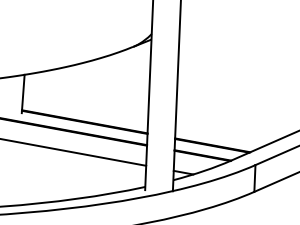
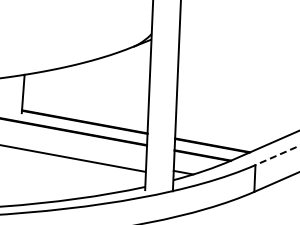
line at (74, 152) position: (74, 152) -> (73, 158)
line at (277, 155): solid -> dashed
